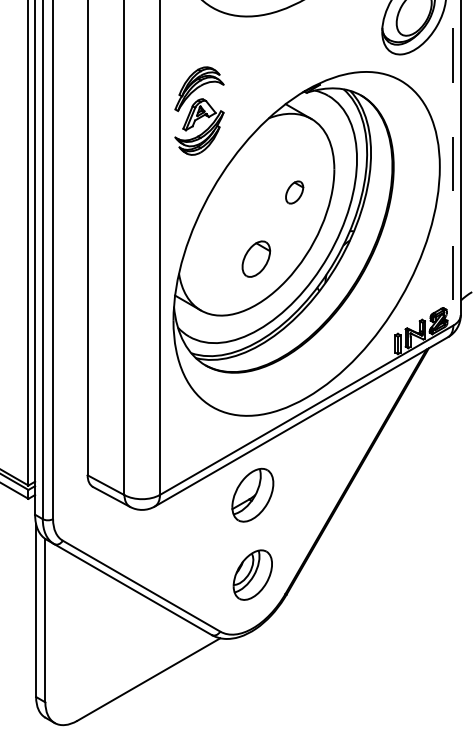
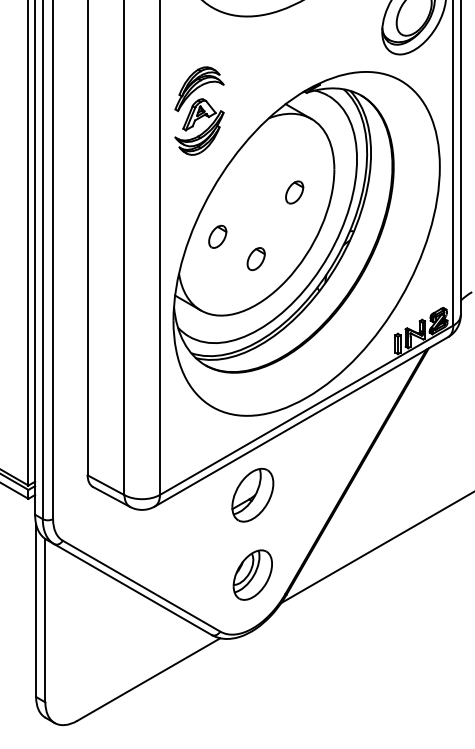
line at (453, 163): dashed -> solid
part at (217, 236): none -> present
part at (256, 258) size: 31x38 px -> 20x24 px
line at (376, 548): none -> present
